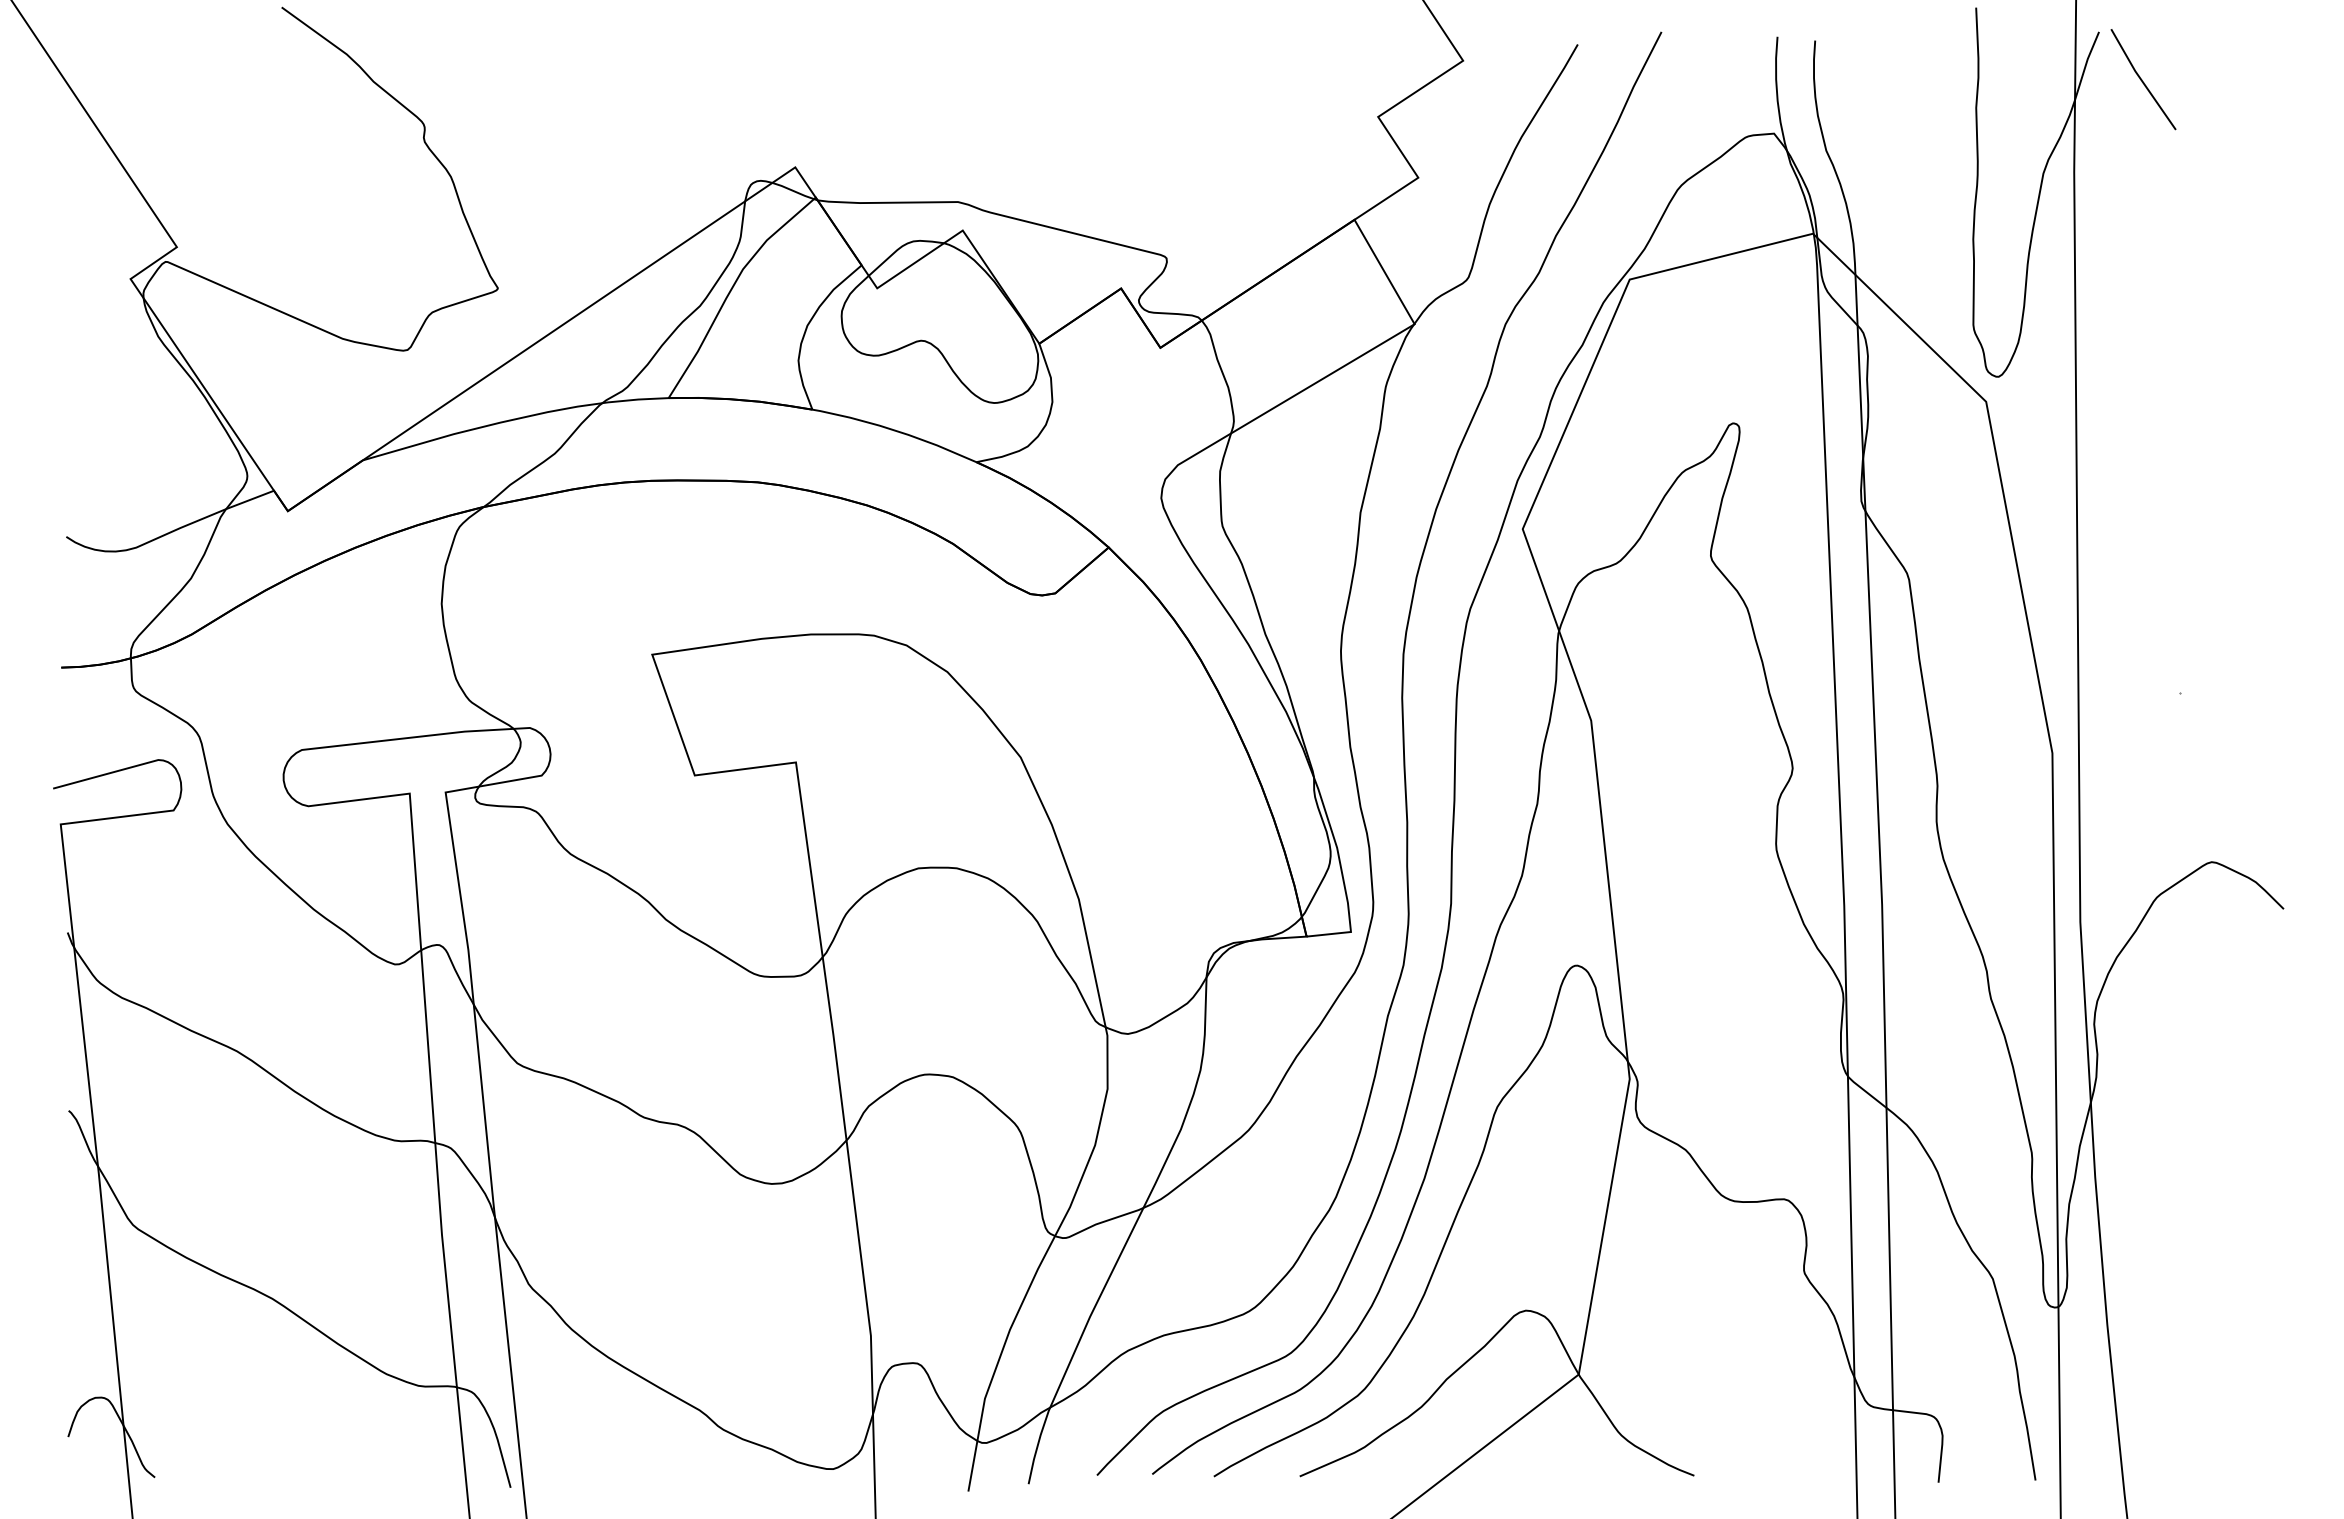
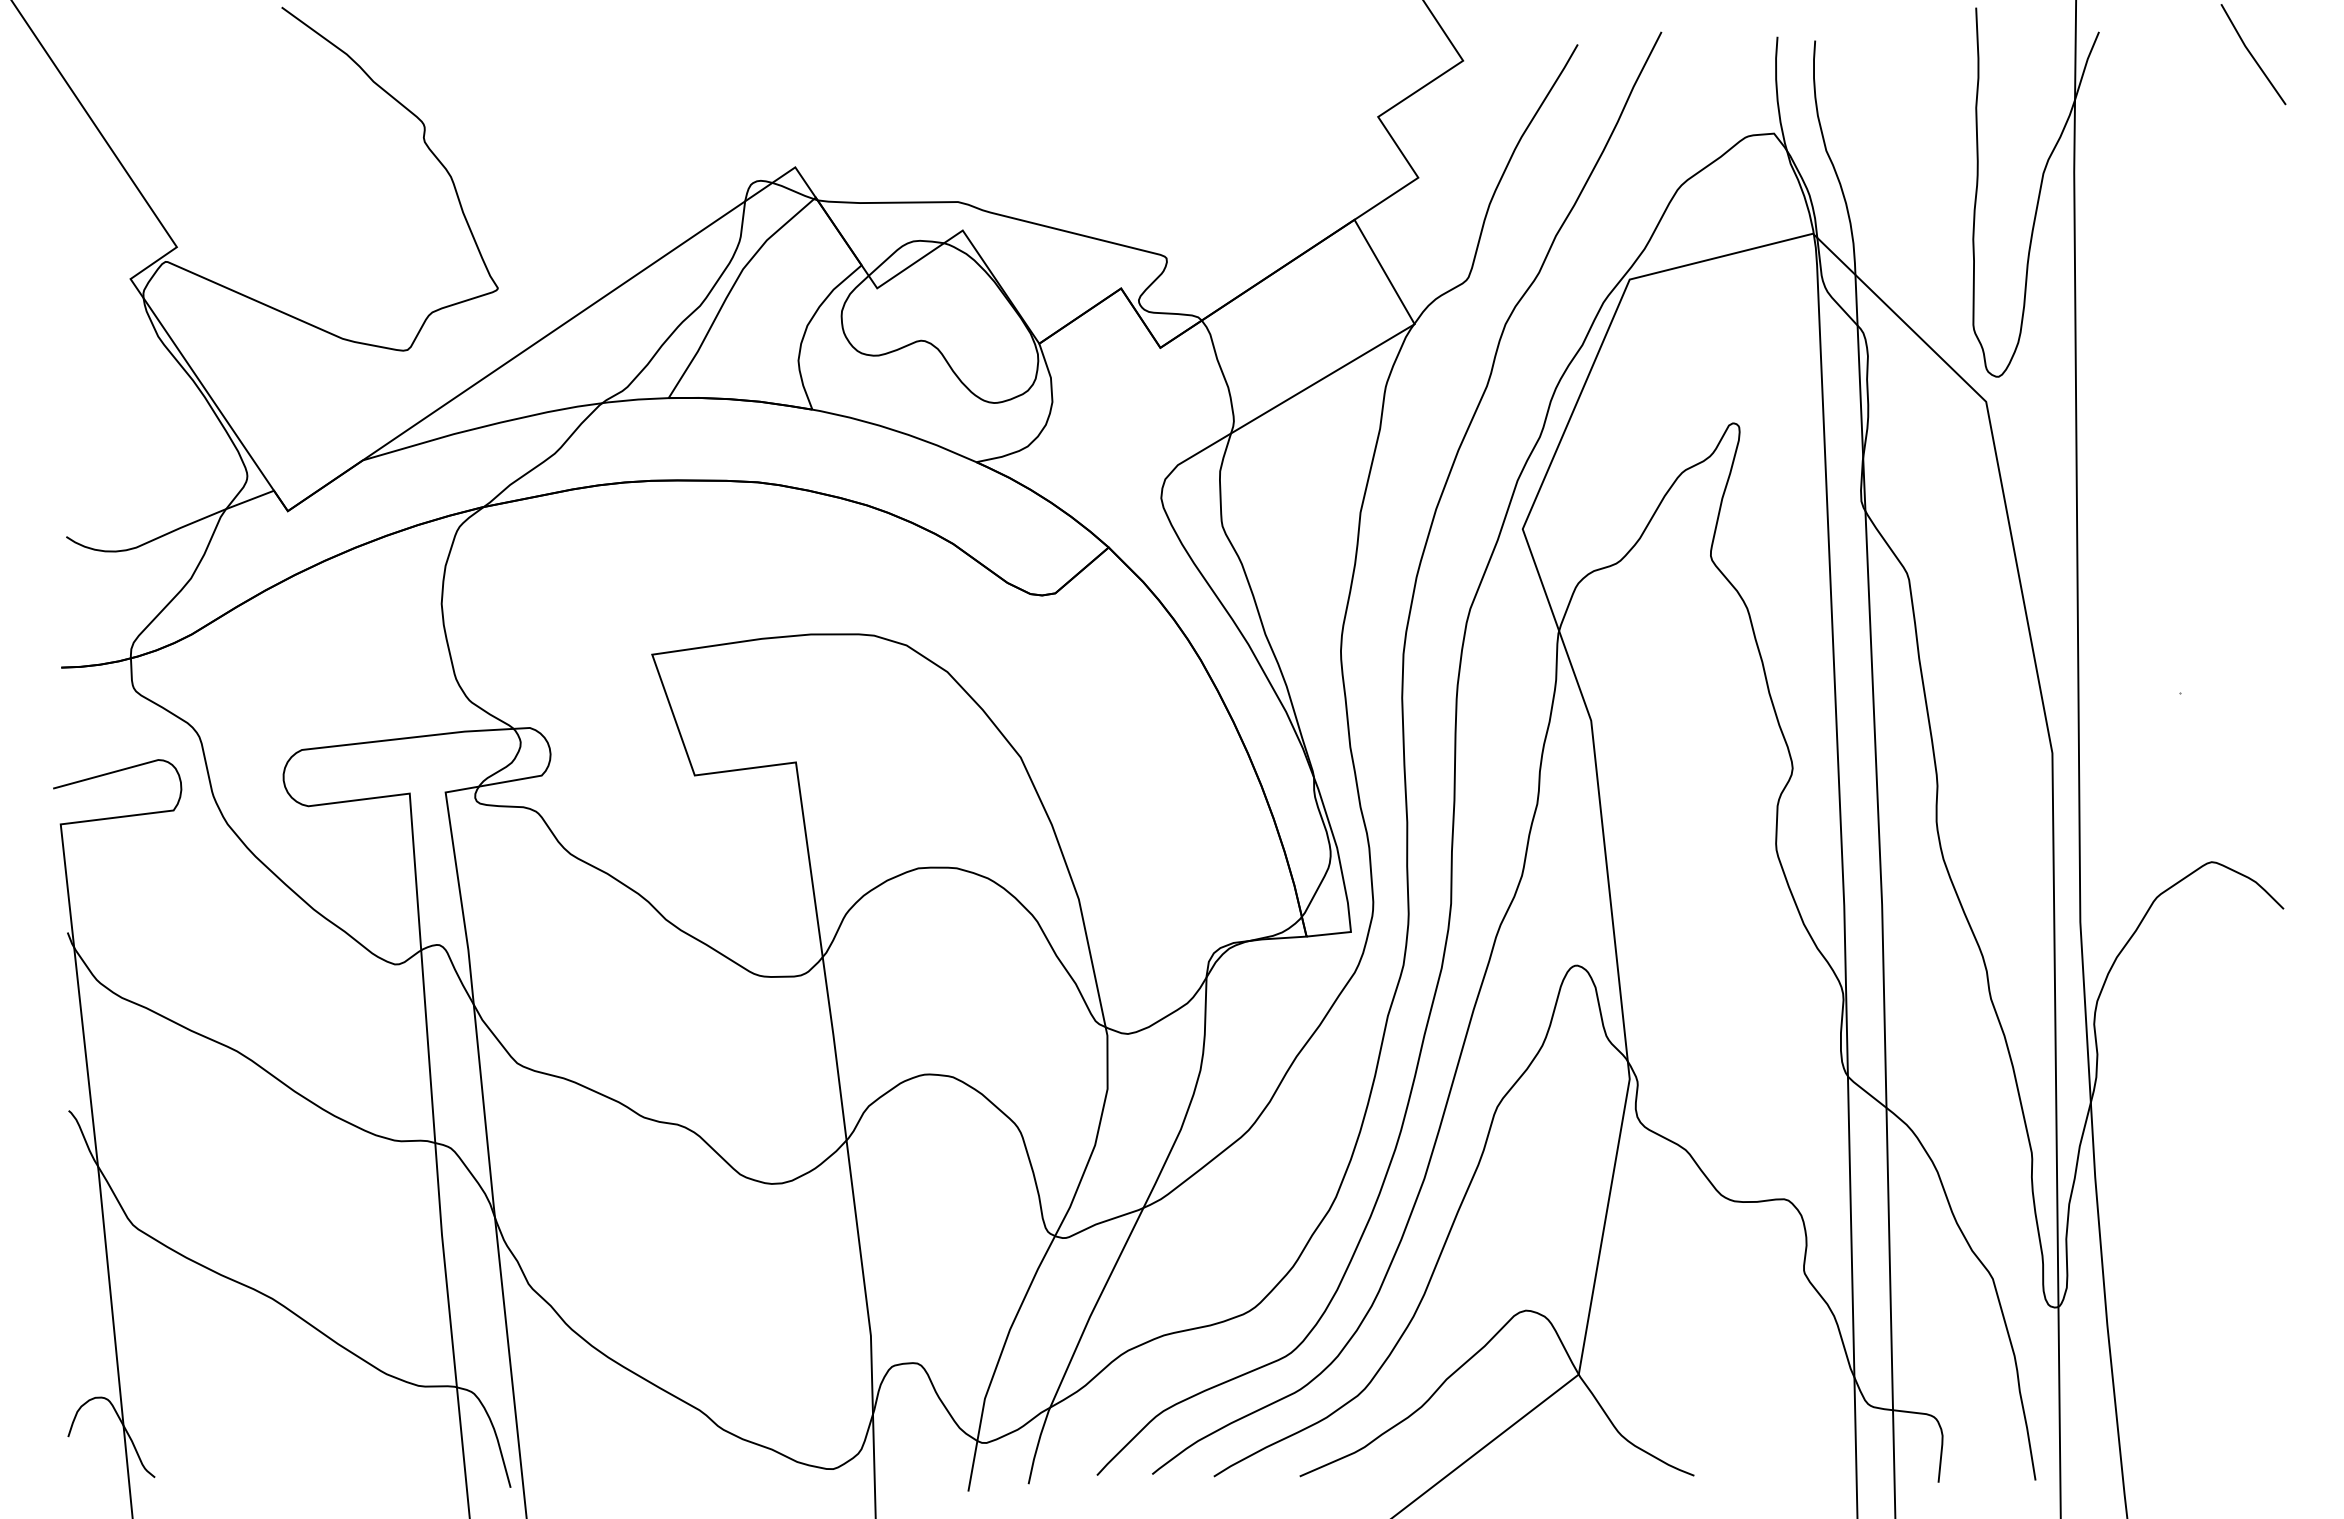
line at (2142, 79) position: (2142, 79) -> (2252, 54)
